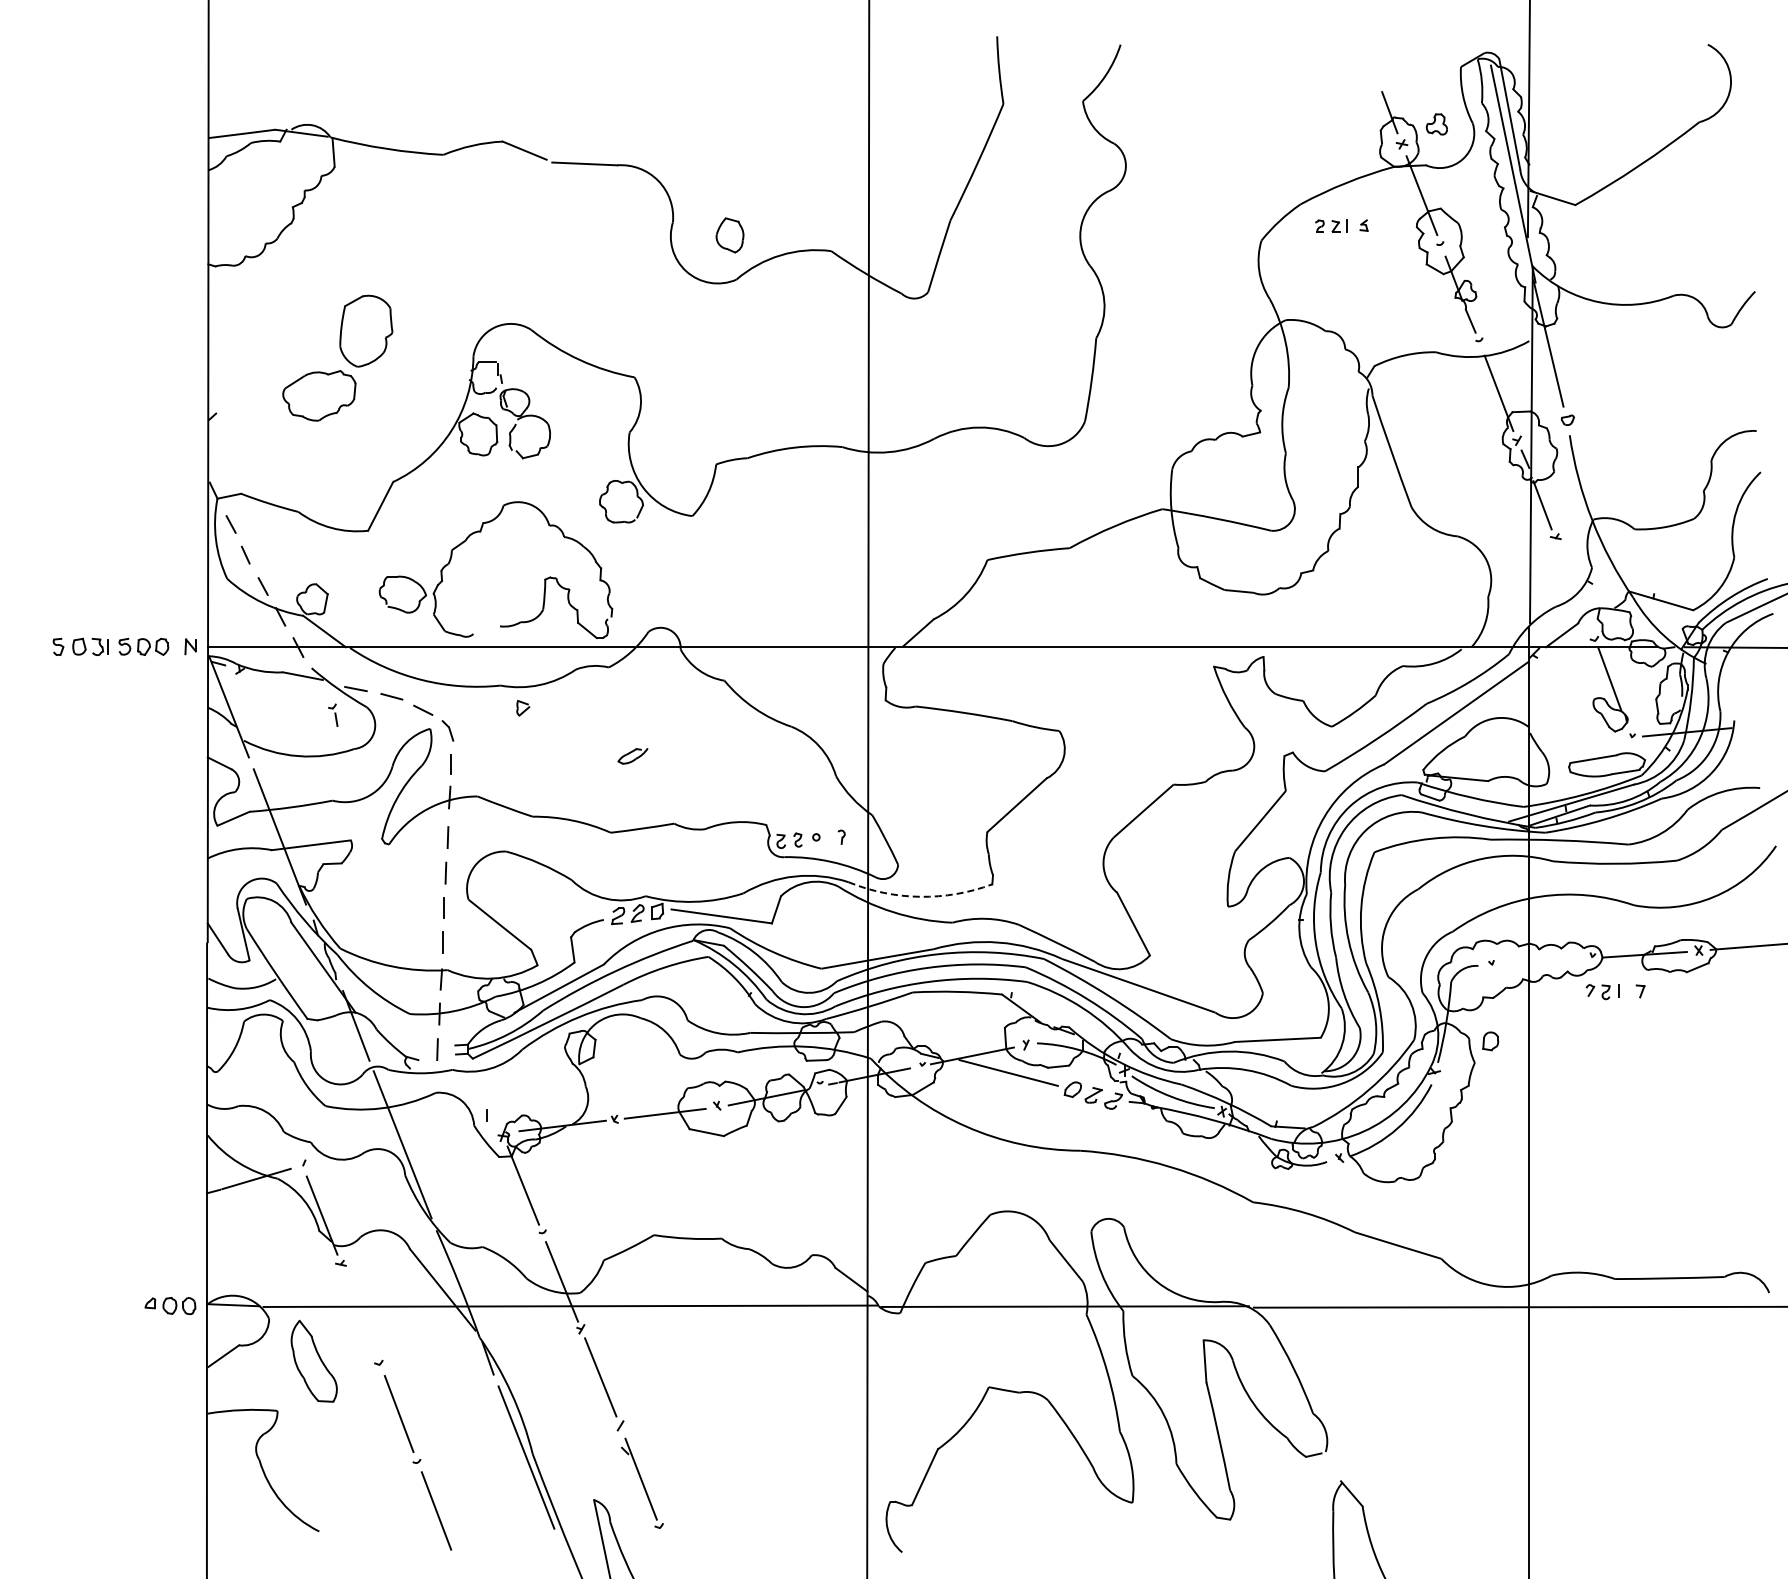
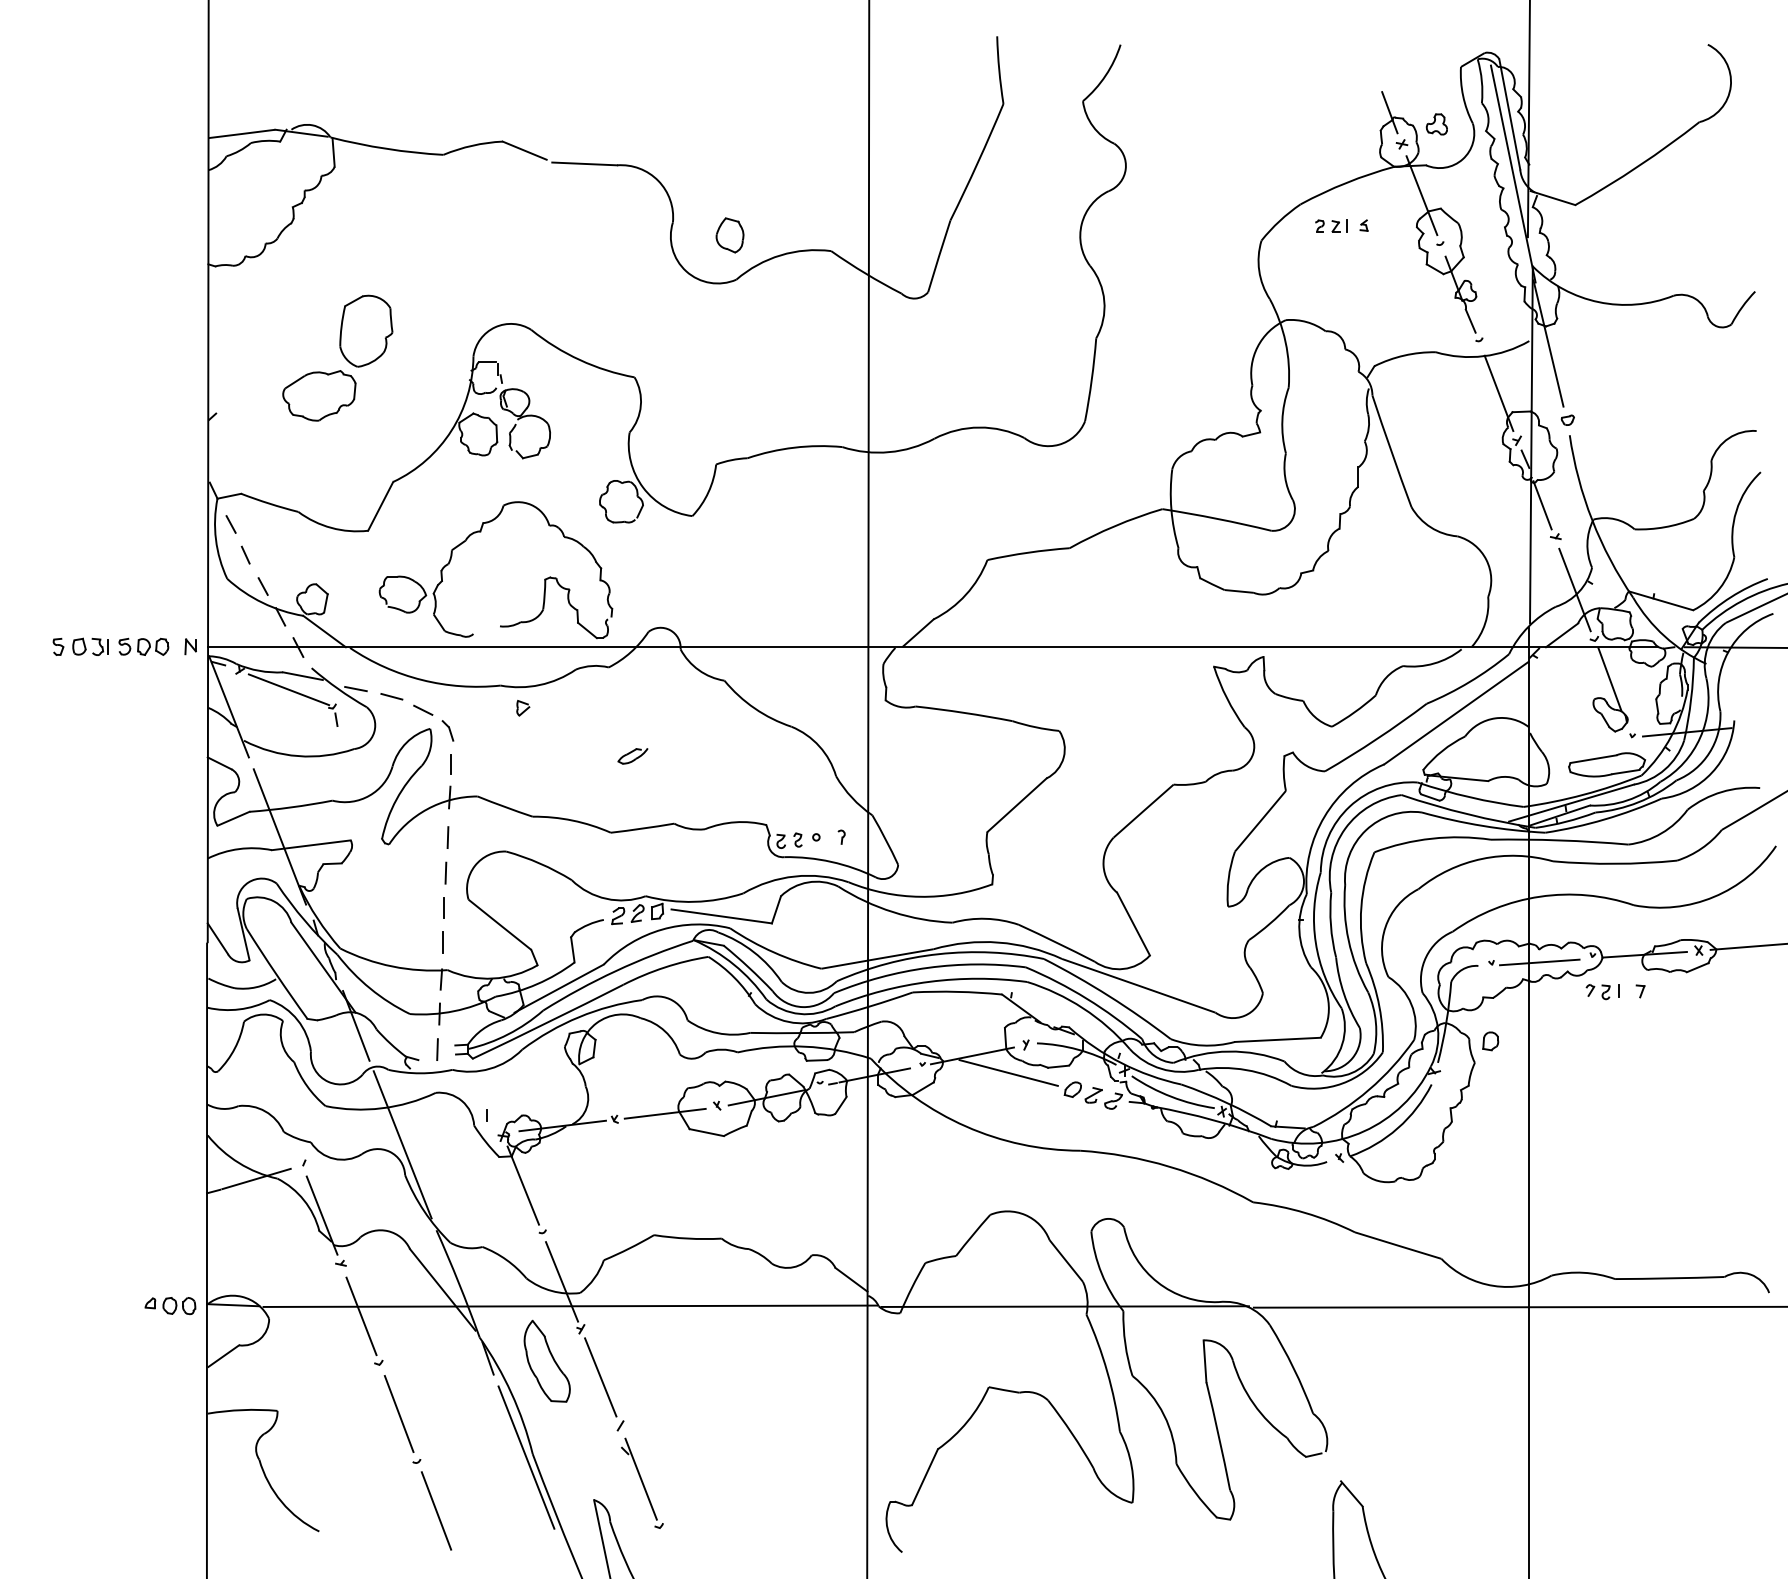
line at (1574, 589): none -> present
line at (288, 689): none -> present
arc at (920, 896): dashed -> solid
line at (1539, 962): none -> present
line at (361, 1316): none -> present
part at (313, 1360) position: (313, 1360) -> (546, 1360)
